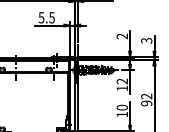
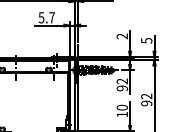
text at (51, 17): 5.5 -> 5.7
text at (146, 40): 3 -> 5
text at (121, 88): 12 -> 92
